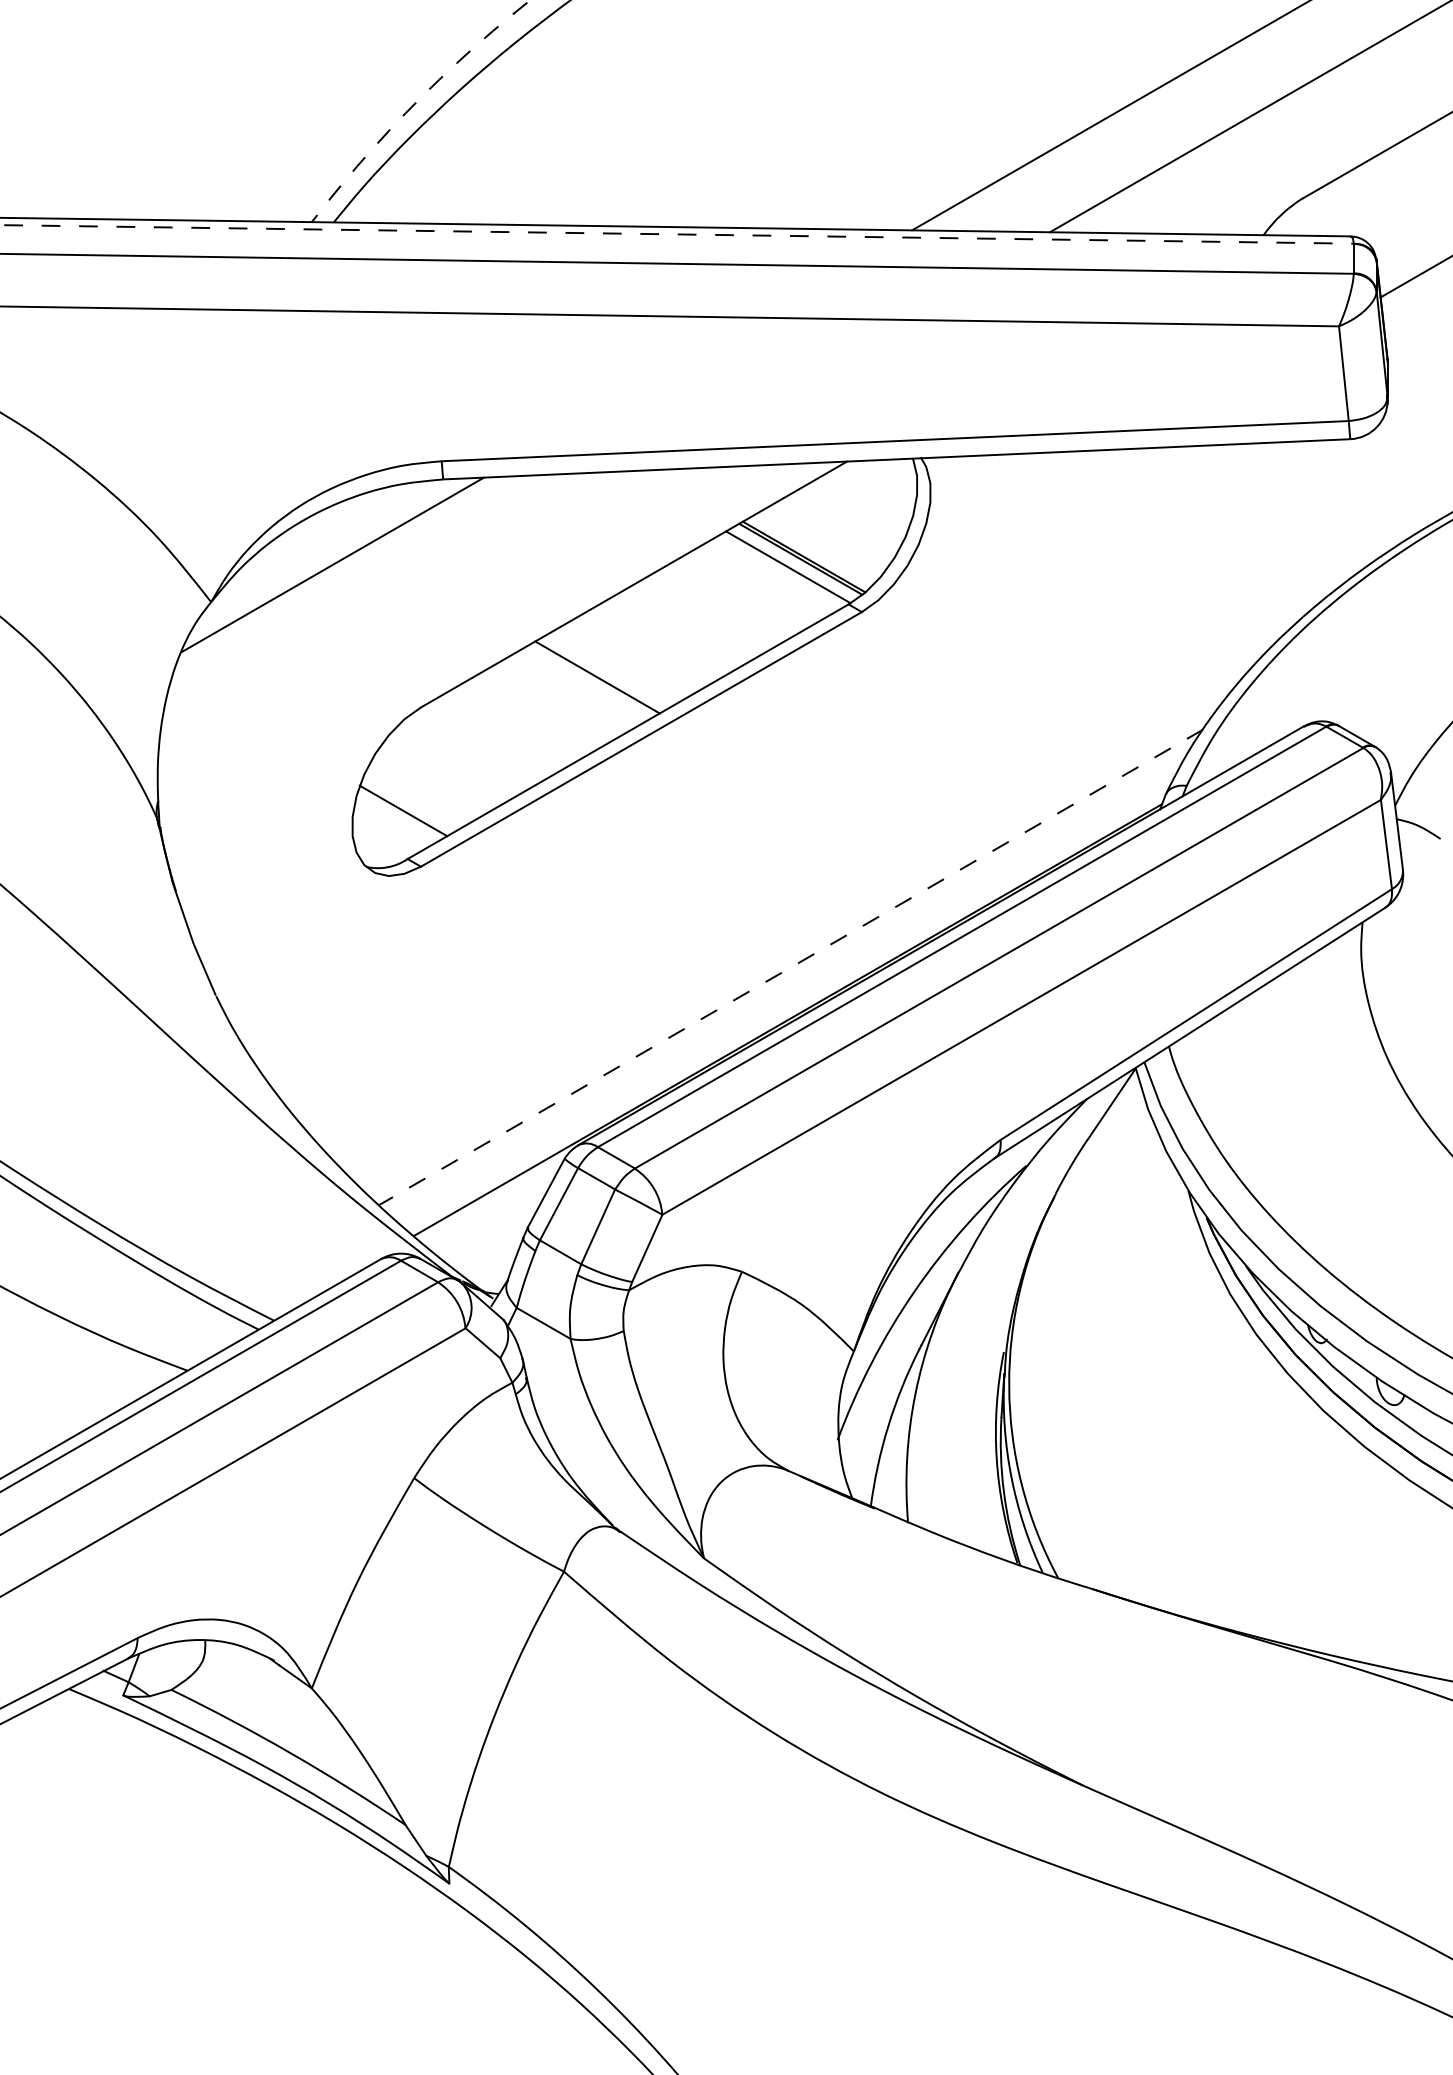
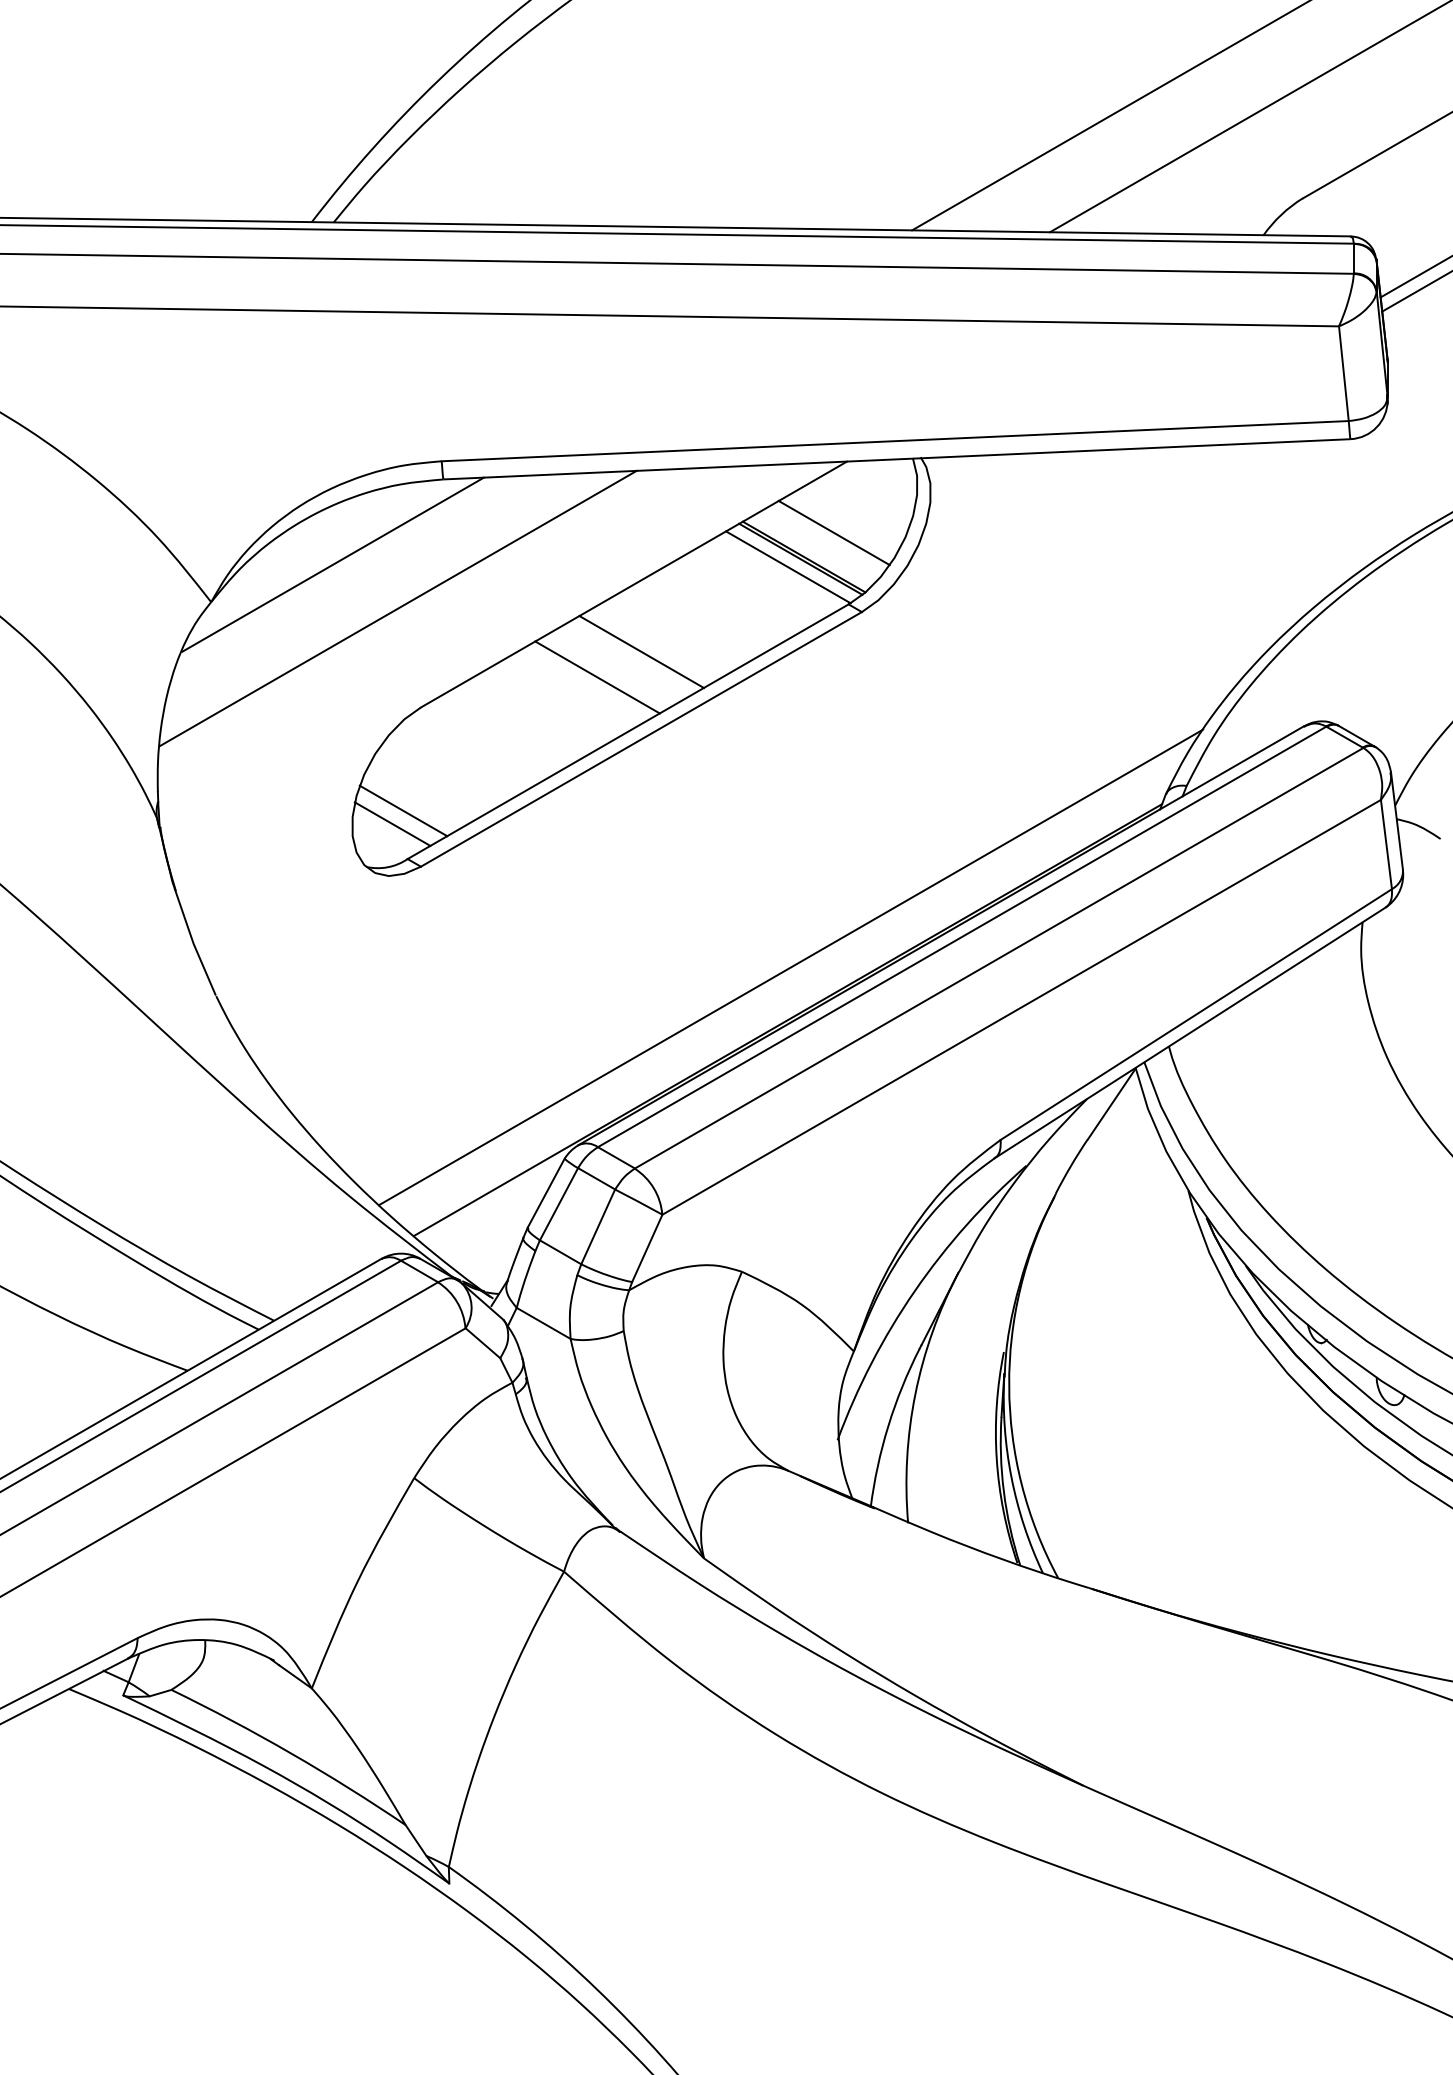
arc at (414, 104): dashed -> solid
line at (676, 234): dashed -> solid
line at (1415, 291): none -> present
line at (833, 532): none -> present
line at (397, 608): none -> present
line at (641, 652): none -> present
line at (392, 823): none -> present
line at (791, 967): dashed -> solid
